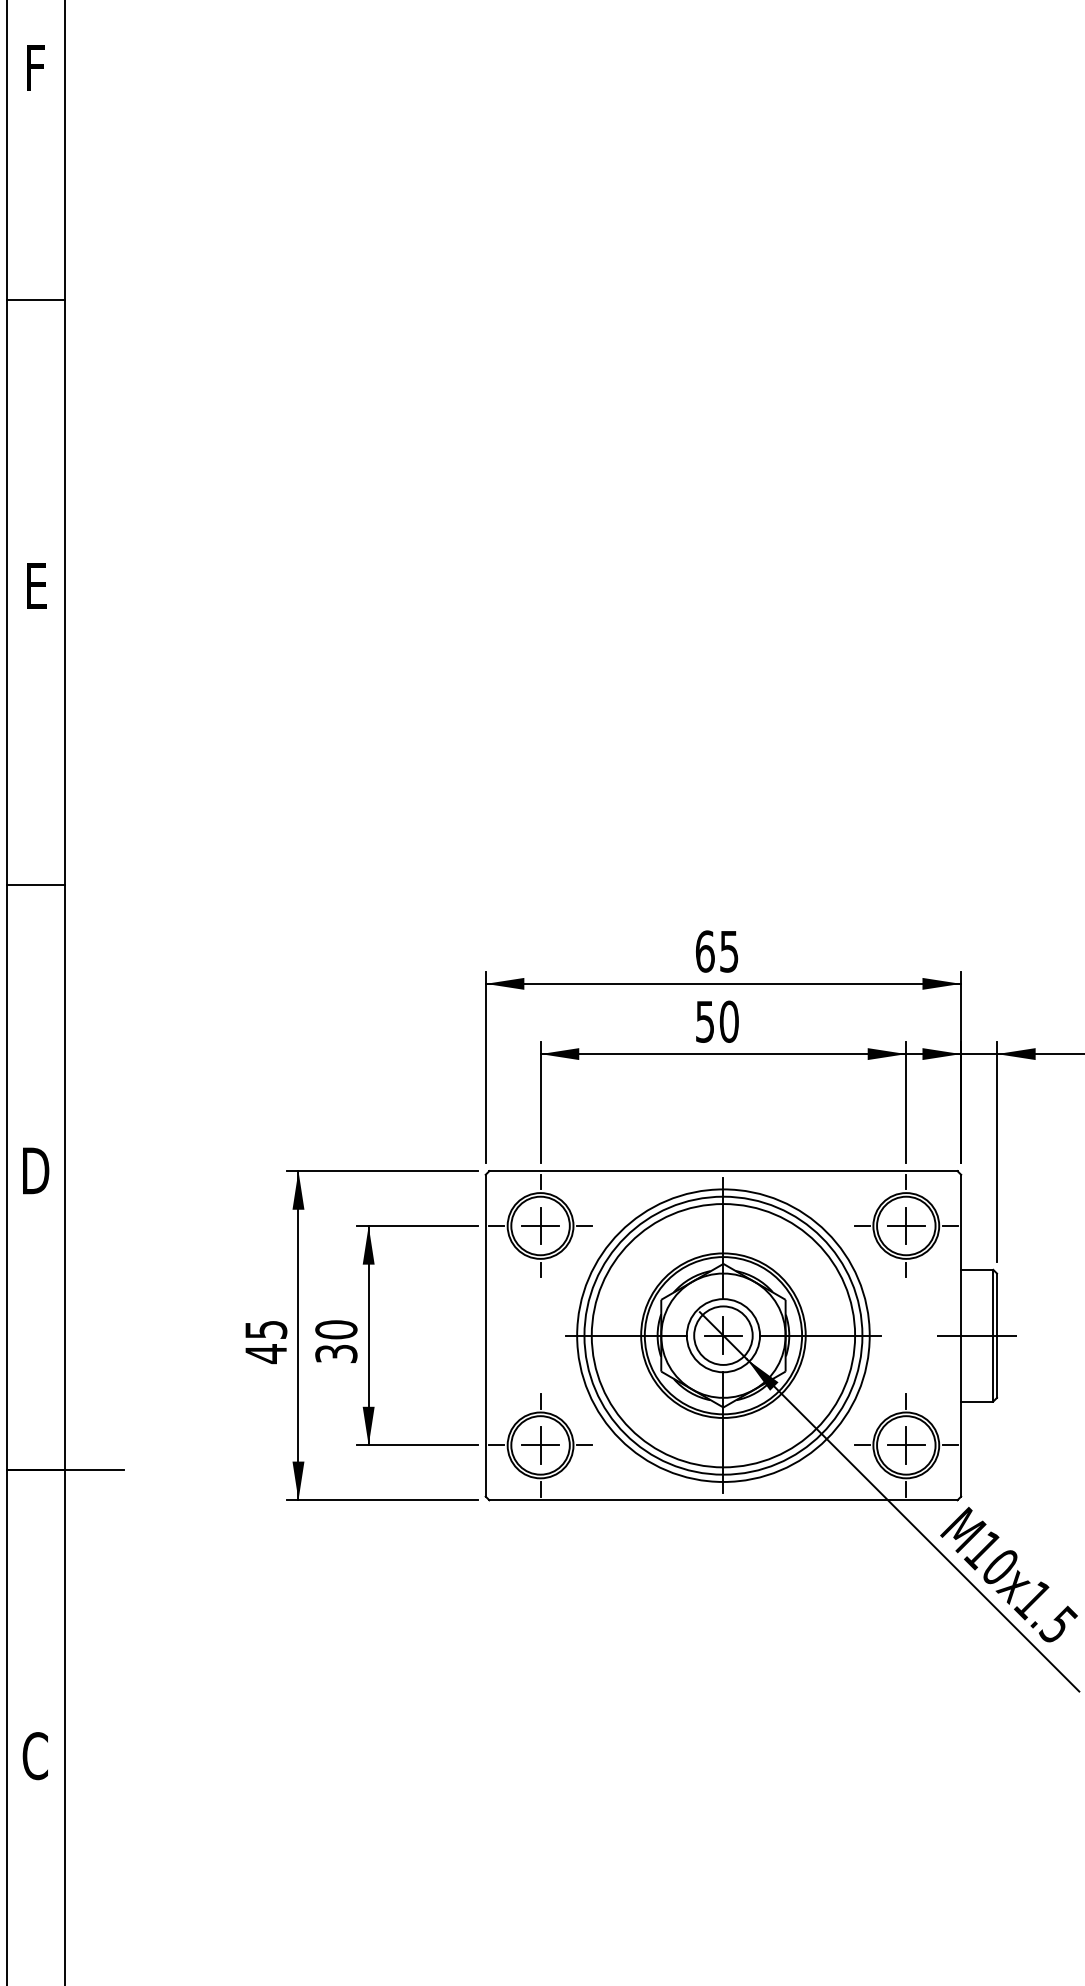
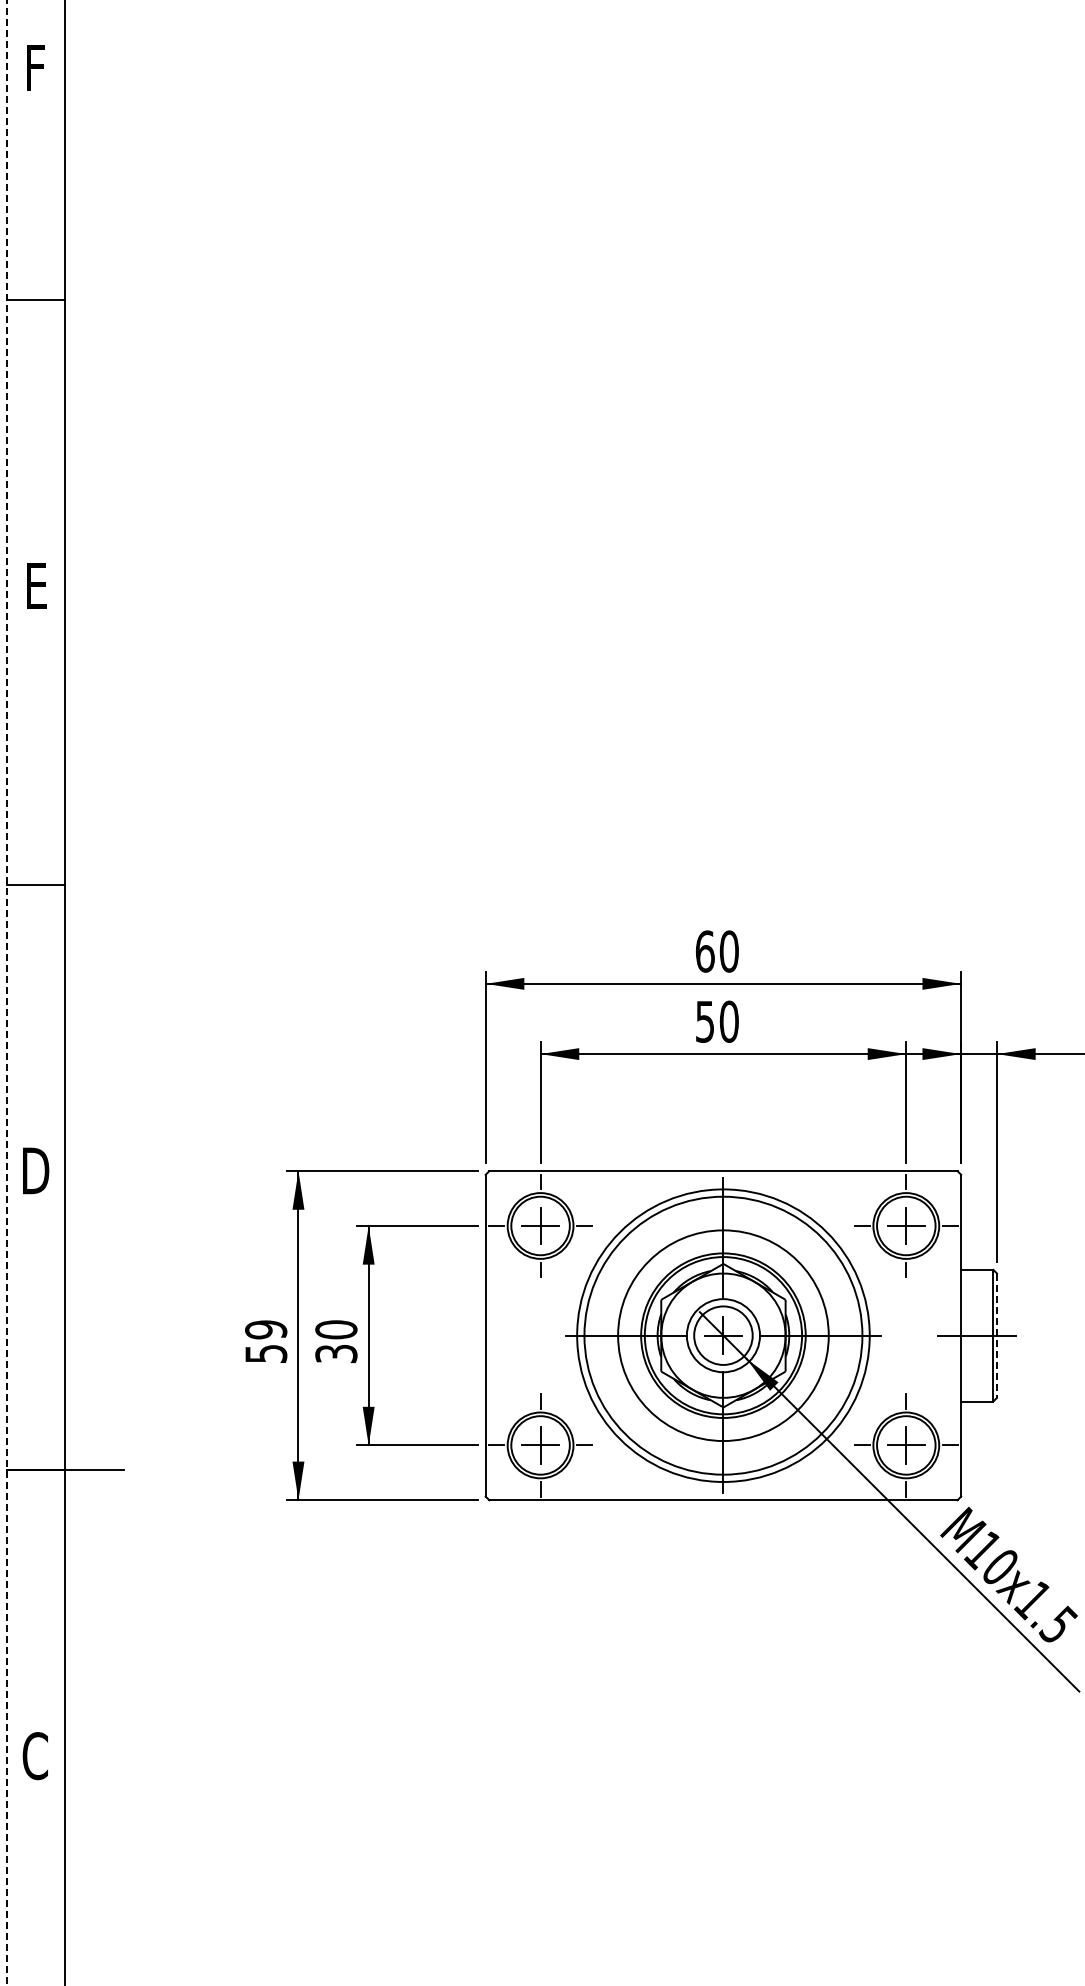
text at (728, 951): 65 -> 60
line at (6, 992): solid -> dashed
circle at (723, 1335) diameter: 263 px -> 211 px
line at (997, 1336): solid -> dashed
text at (266, 1342): 45 -> 59
